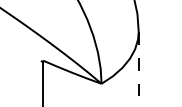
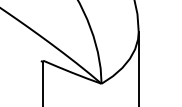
line at (138, 69): dashed -> solid
